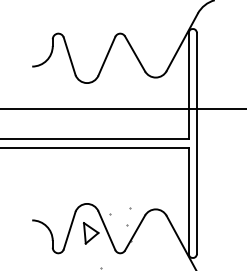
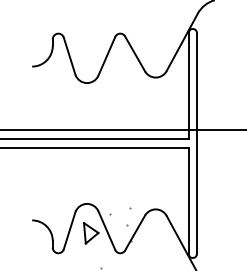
line at (122, 109) position: (122, 109) -> (122, 130)
